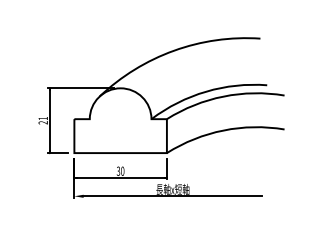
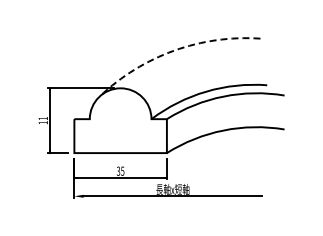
arc at (174, 50): solid -> dashed
text at (42, 122): 21 -> 11
text at (122, 170): 30 -> 35
